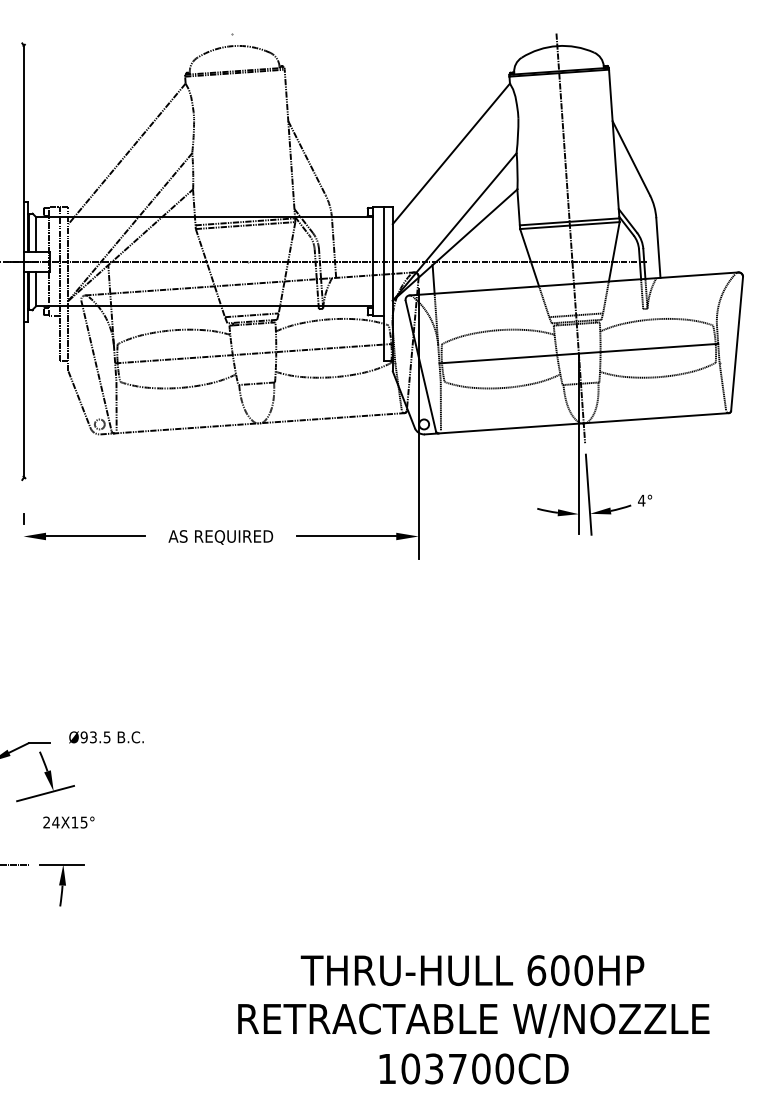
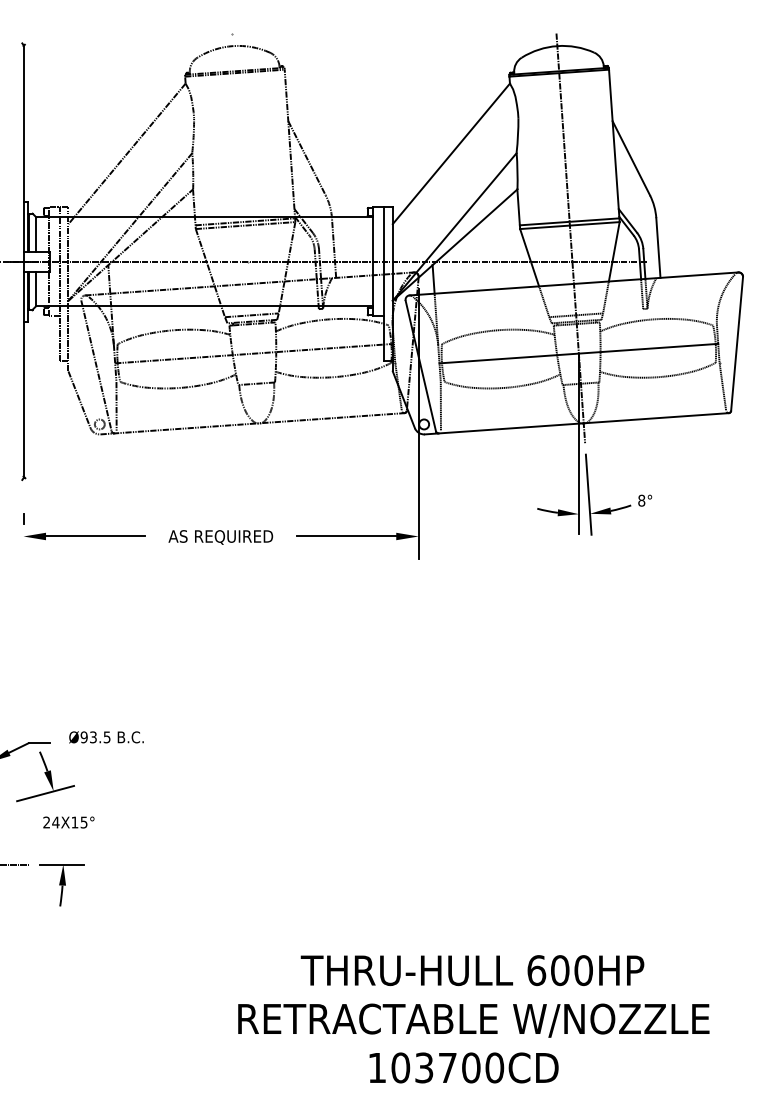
text at (641, 500): 4° -> 8°
text at (473, 1068) position: (473, 1068) -> (463, 1067)
